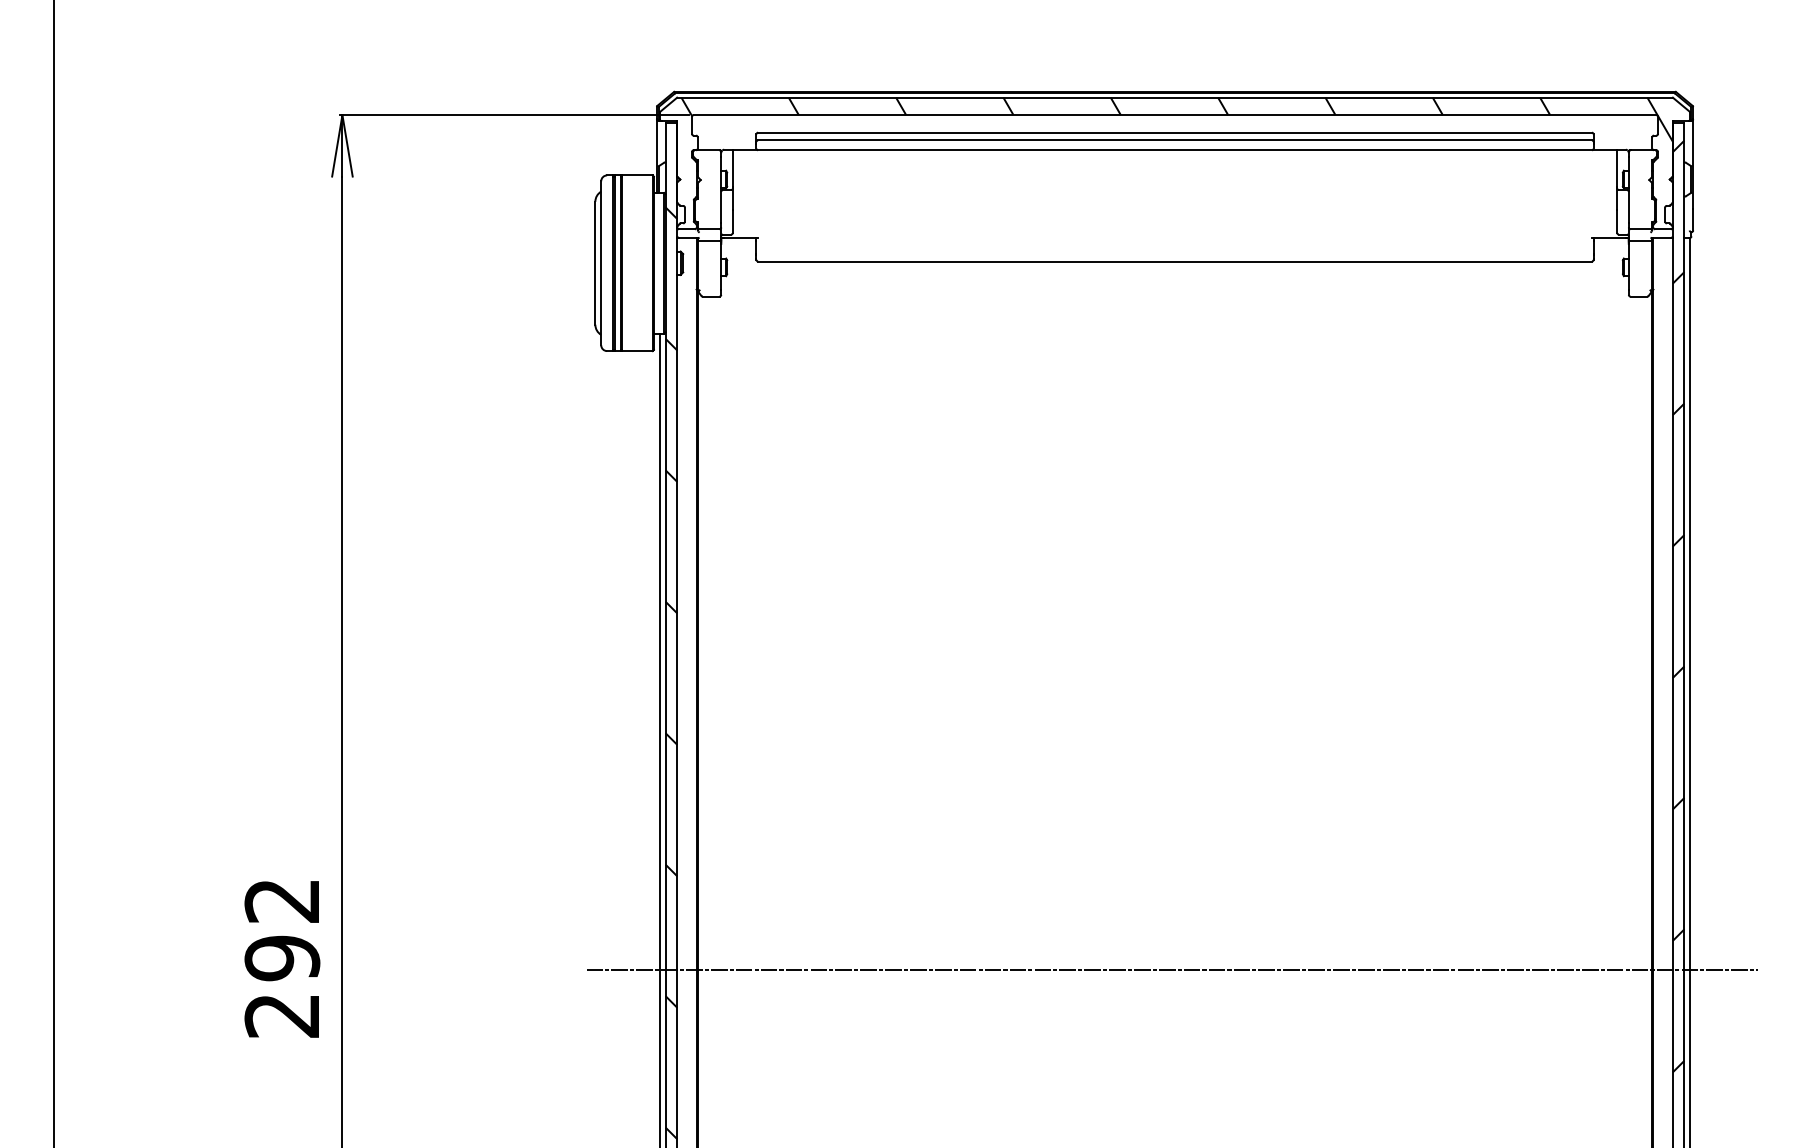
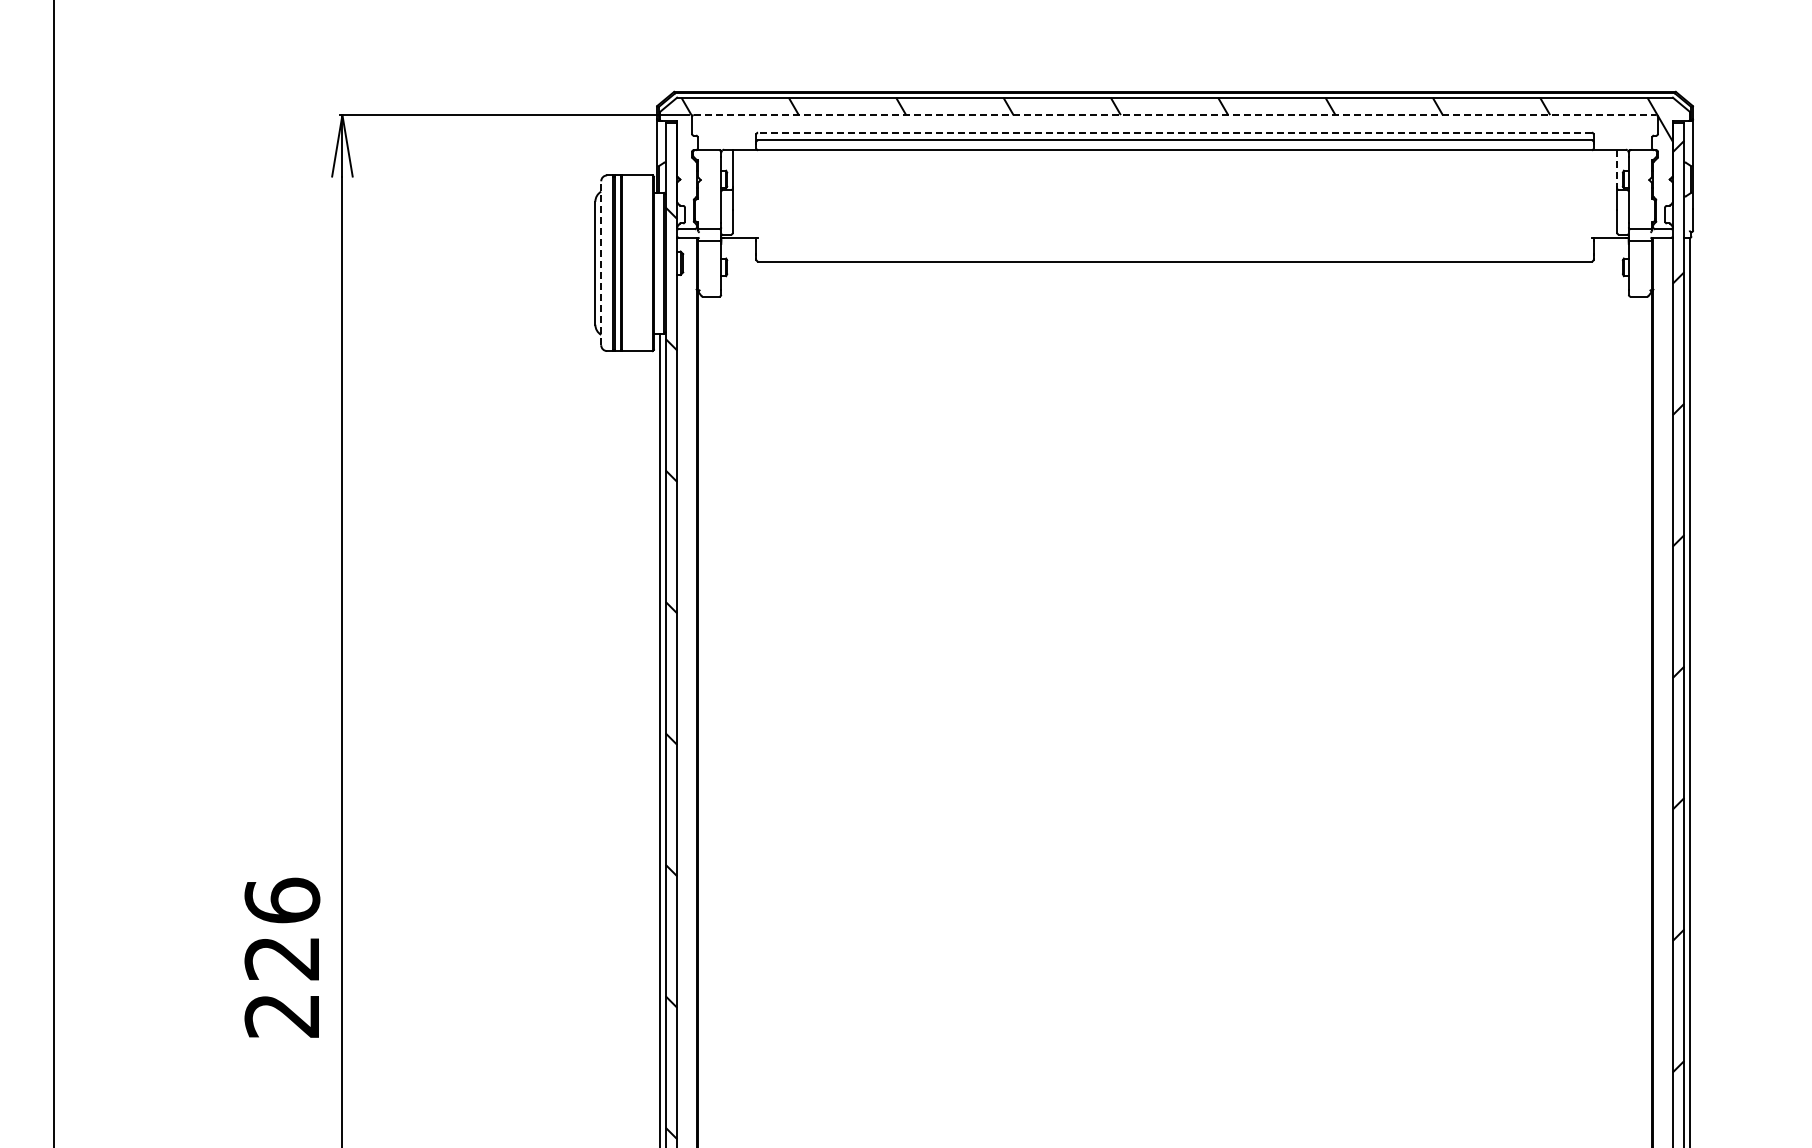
line at (1175, 115): solid -> dashed
line at (1175, 132): solid -> dashed
line at (1617, 168): solid -> dashed
line at (601, 263): solid -> dashed
text at (282, 929): 292 -> 226
line at (1171, 970): present -> none
